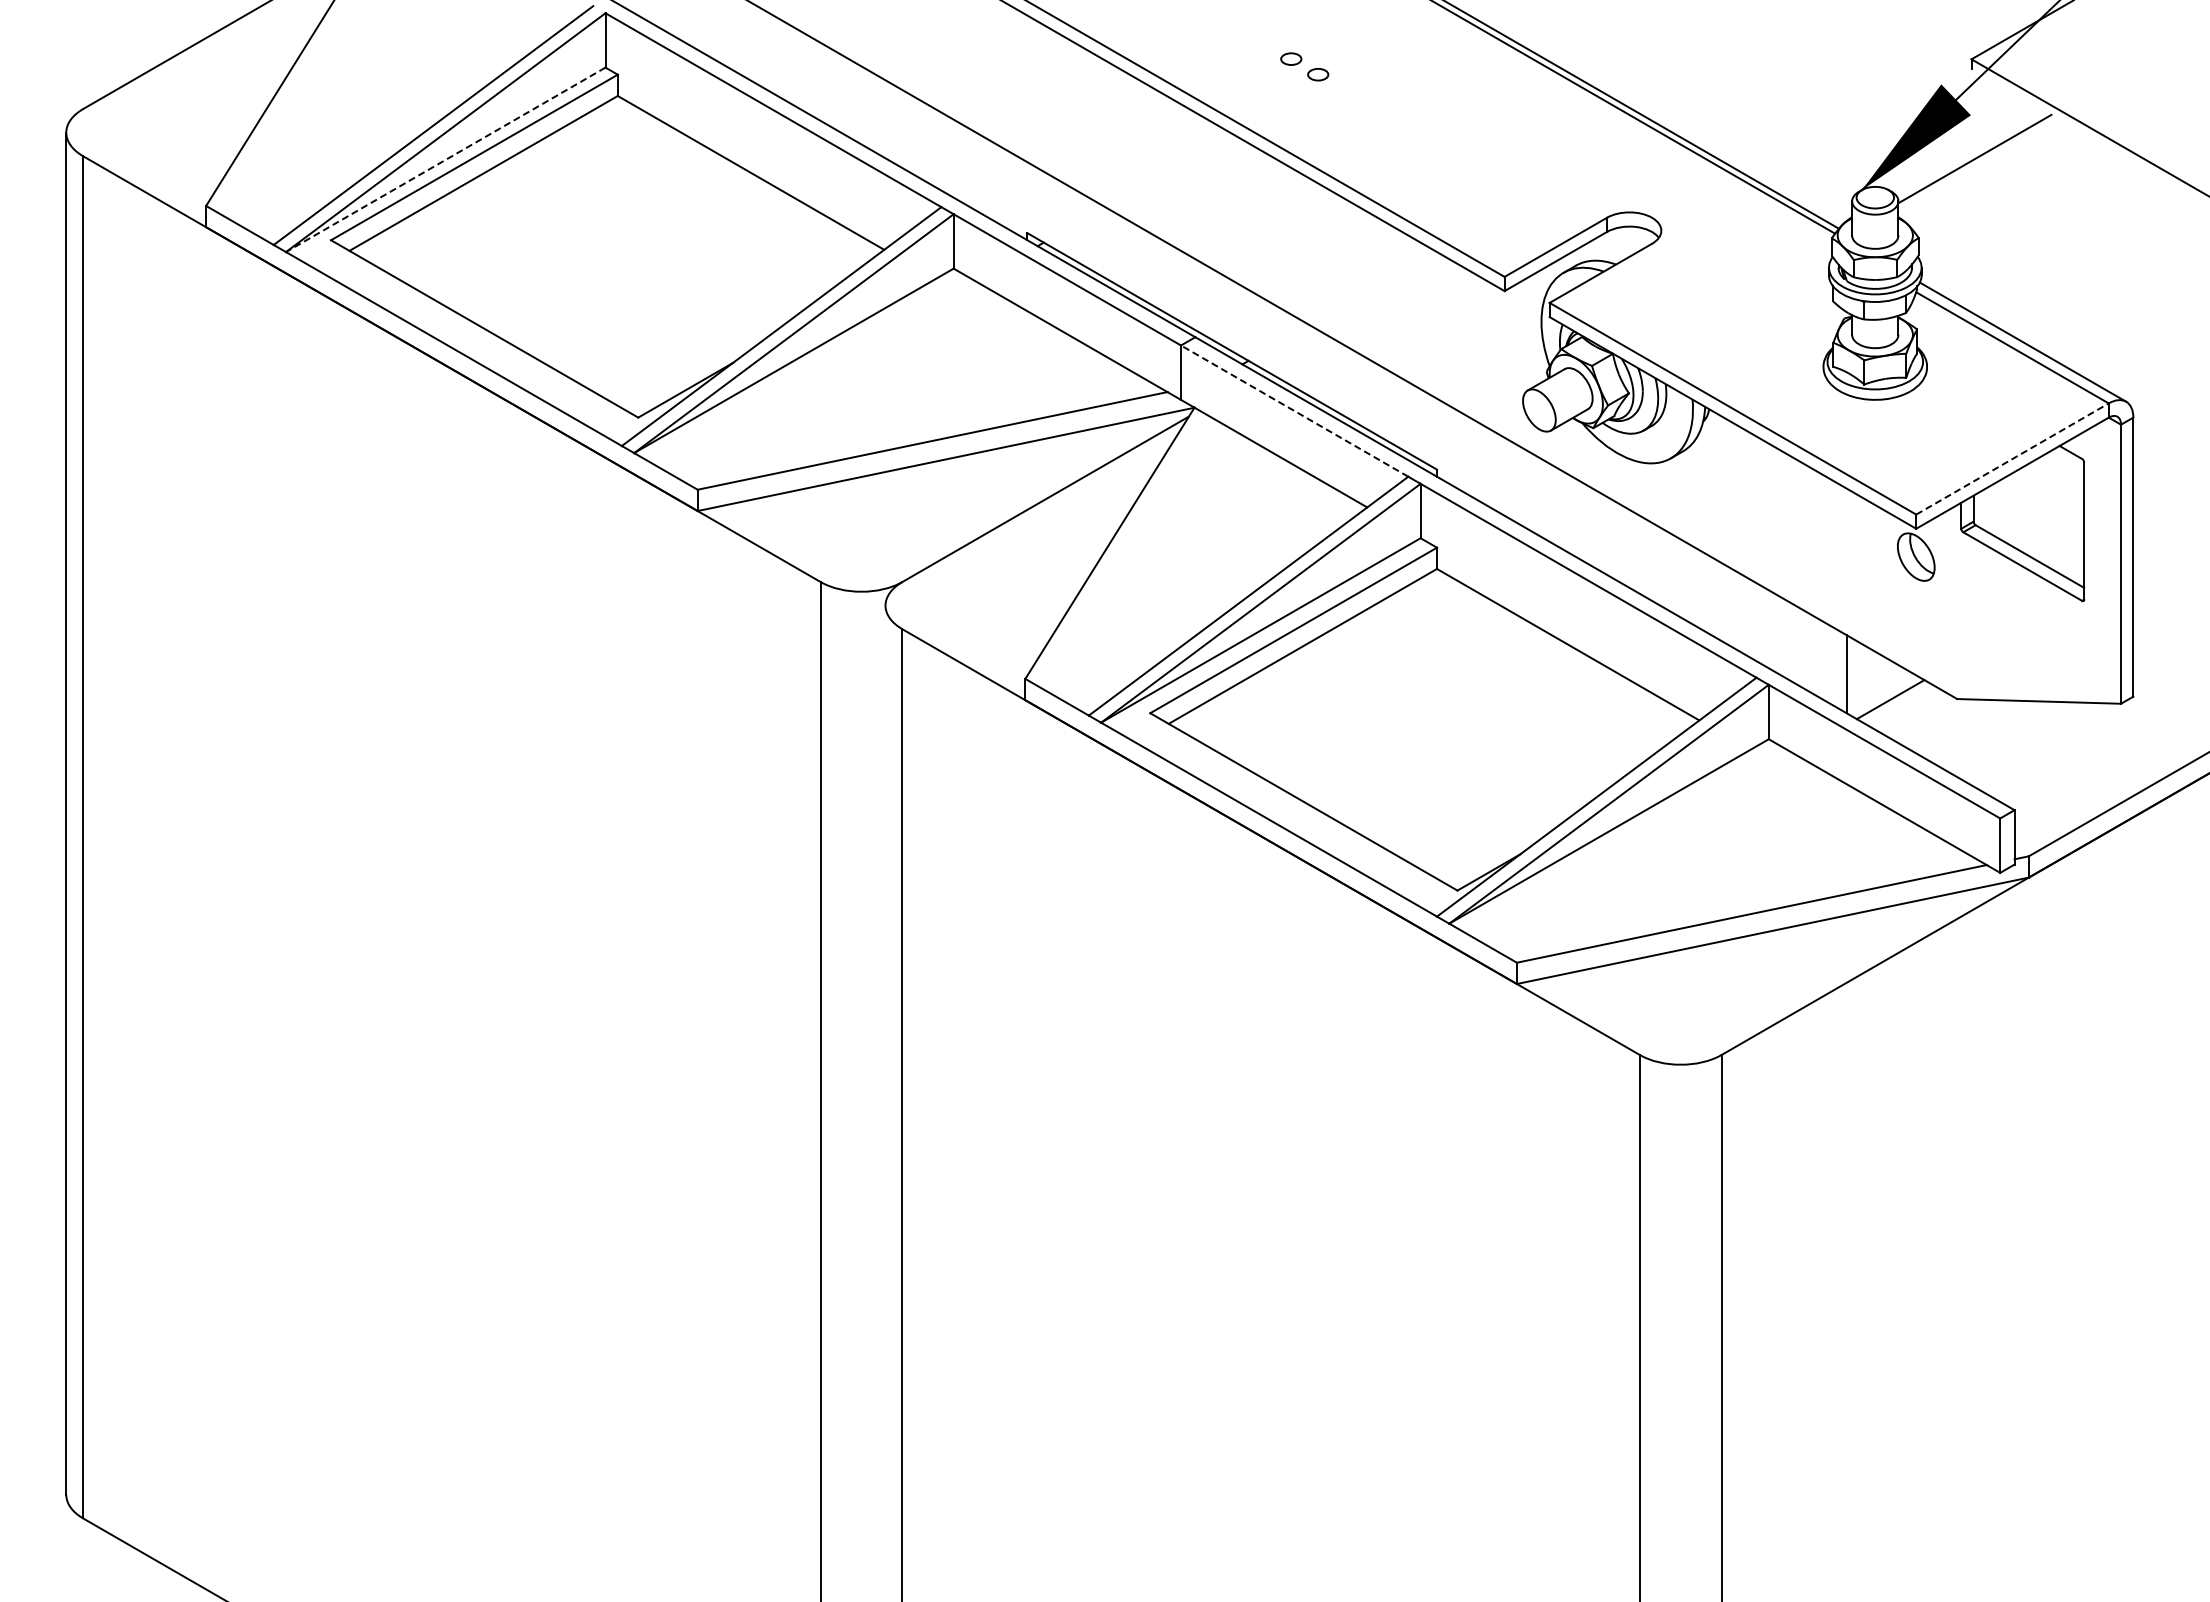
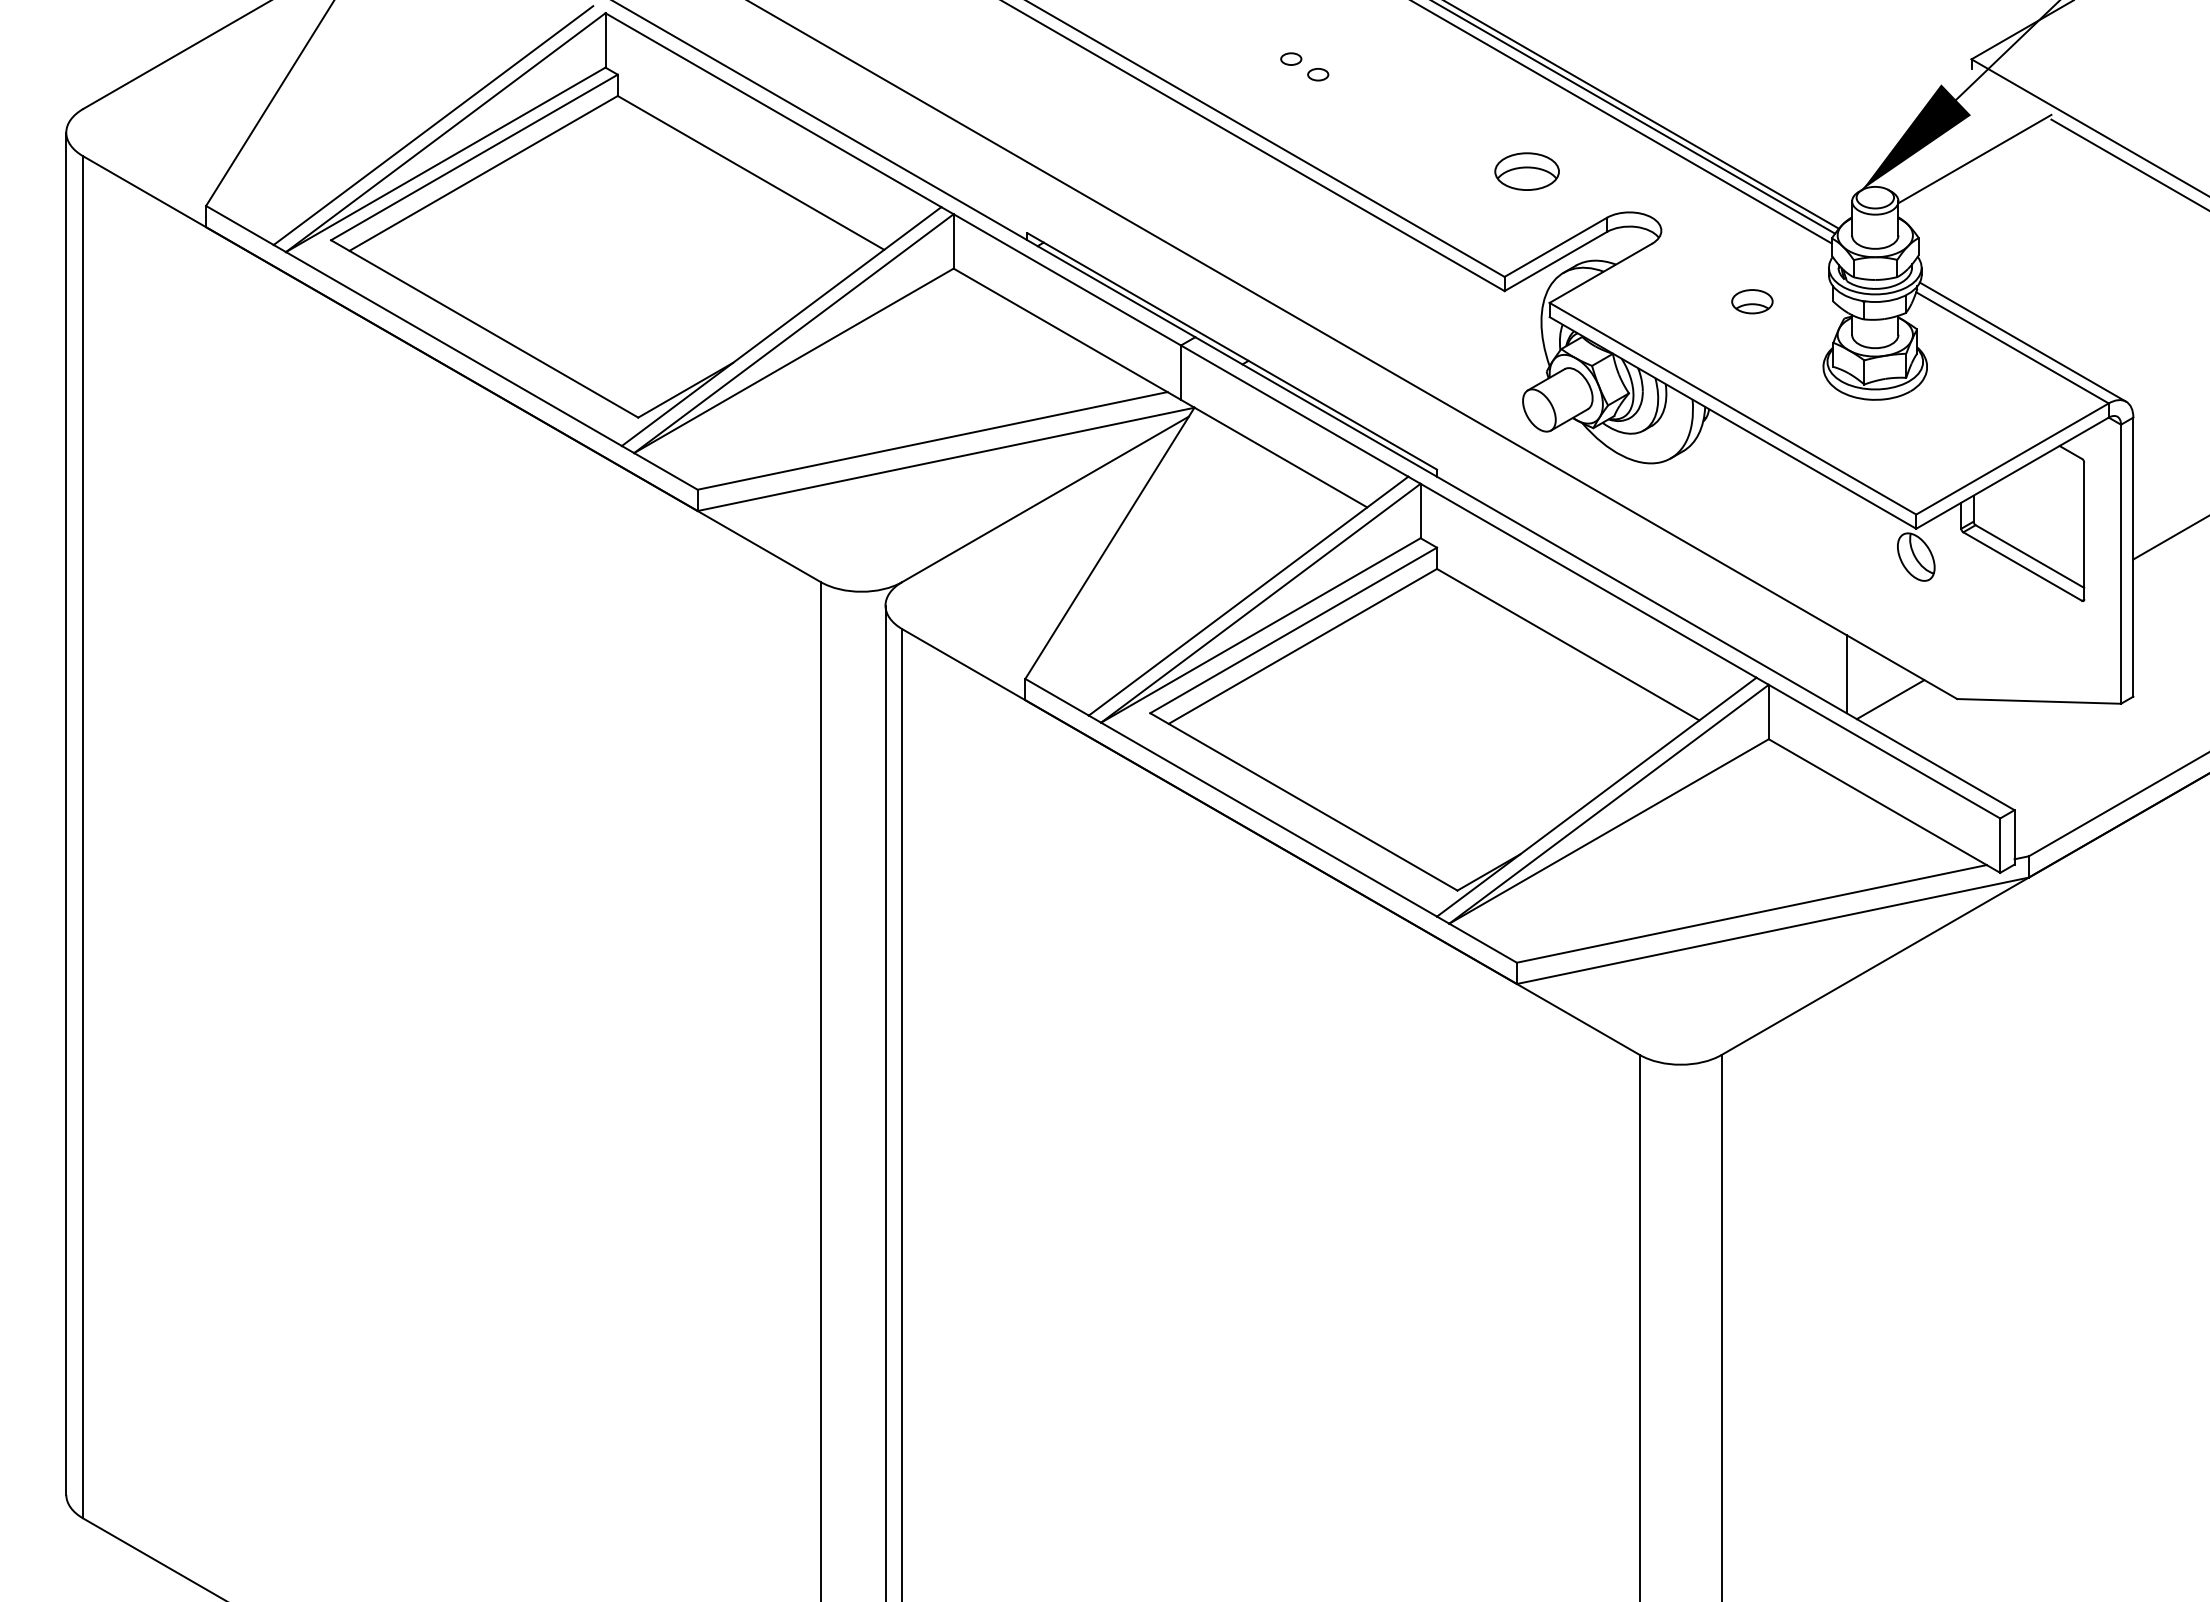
line at (1622, 122): none -> present
line at (445, 160): dashed -> solid
line at (2128, 164): none -> present
part at (1526, 171): none -> present
part at (1752, 301): none -> present
line at (1294, 410): dashed -> solid
line at (2012, 458): dashed -> solid
line at (2169, 538): none -> present
line at (885, 1101): none -> present
